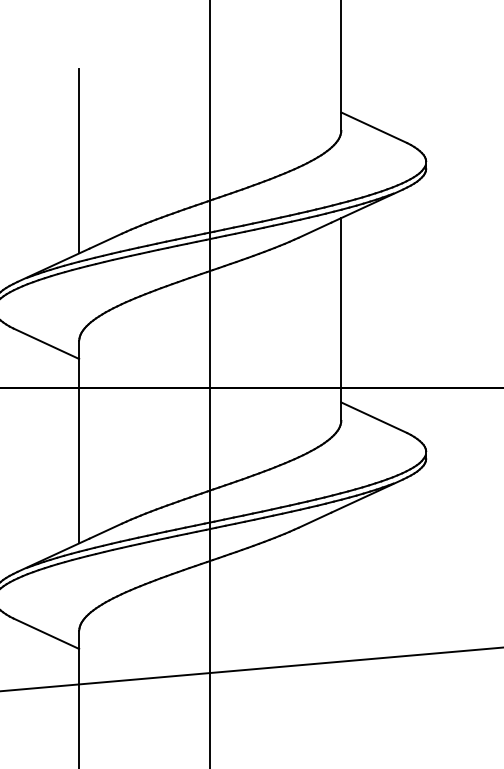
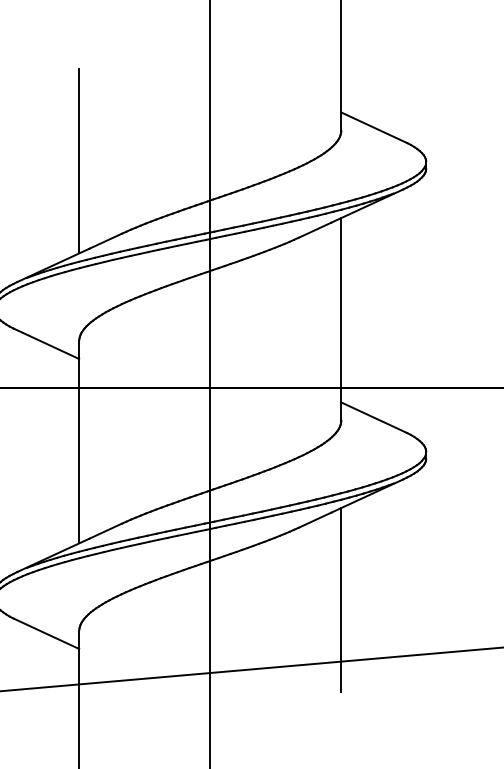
line at (341, 599): none -> present
